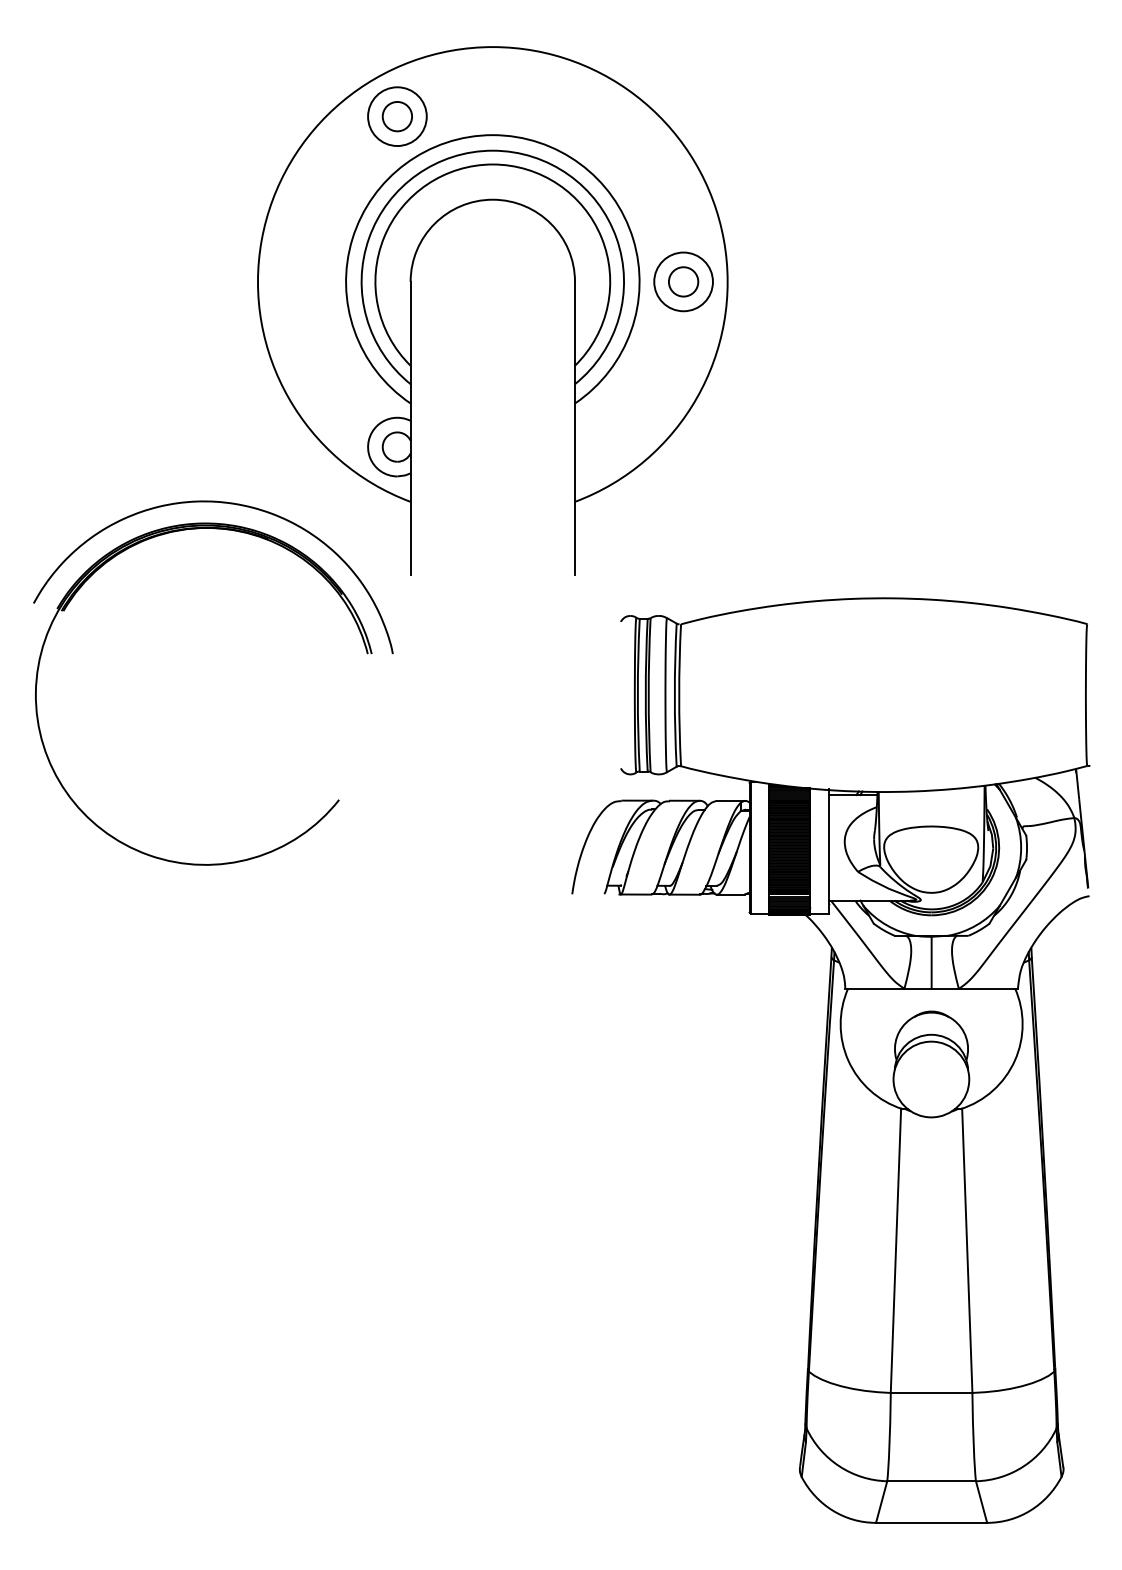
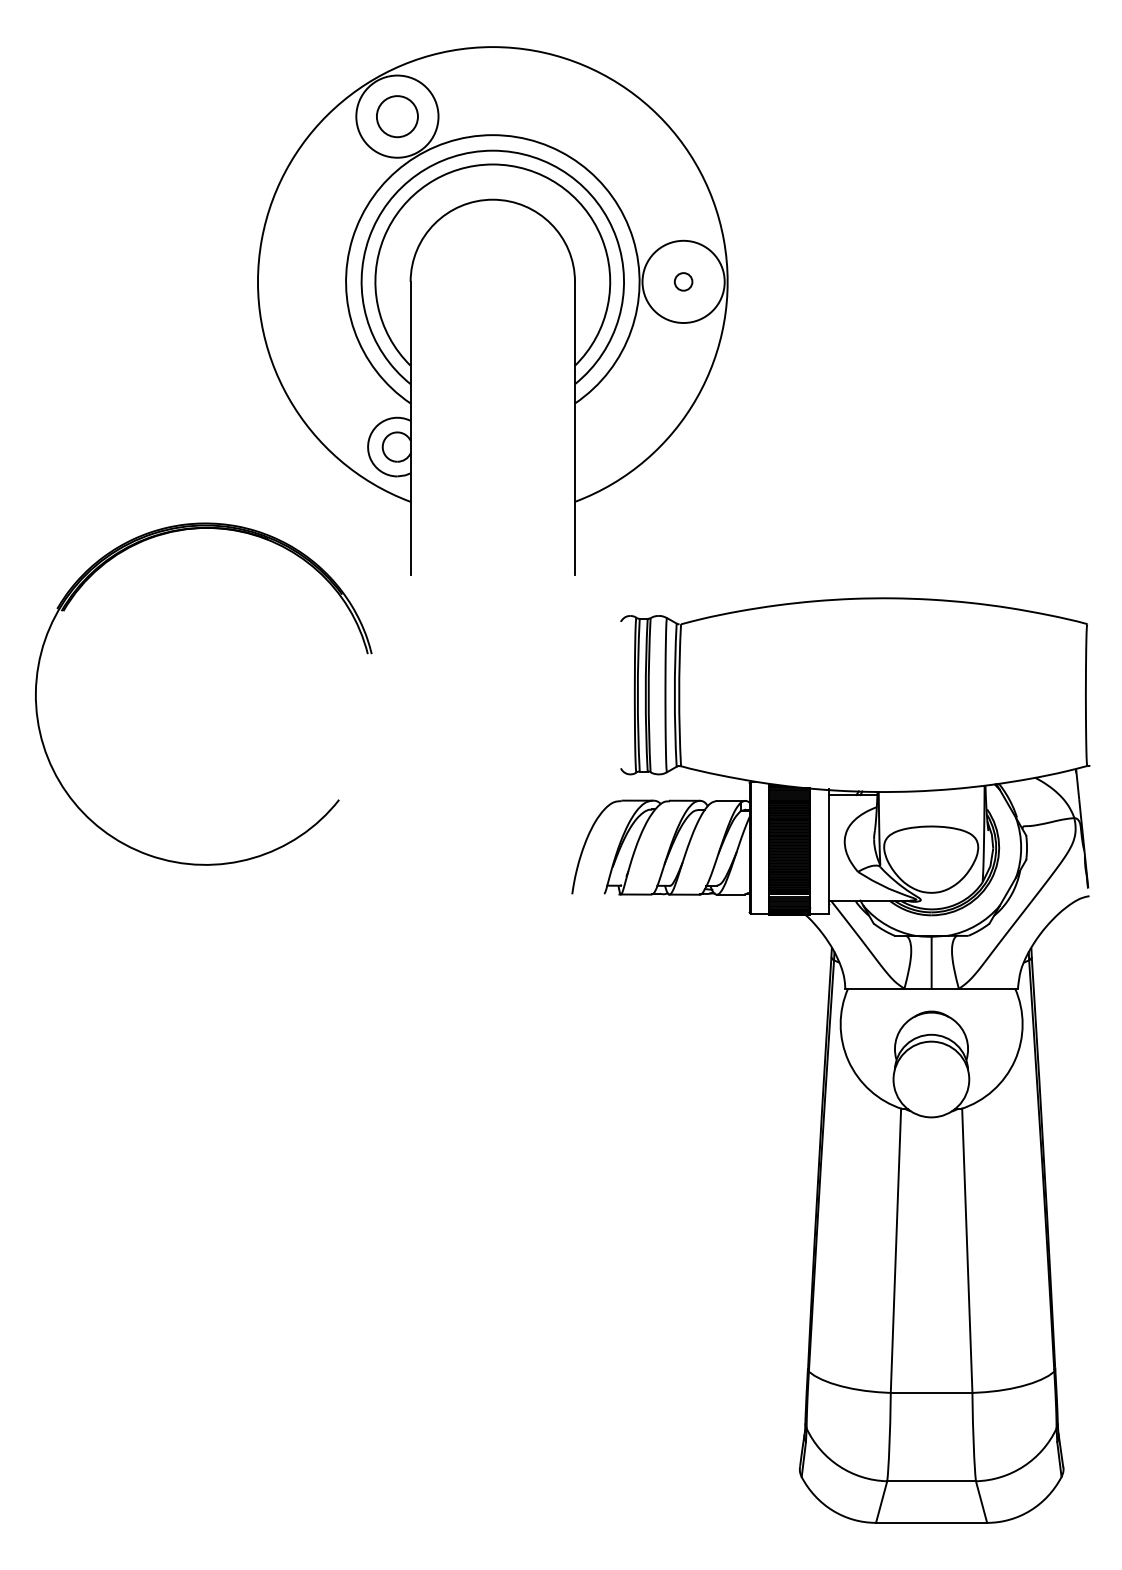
circle at (397, 116) diameter: 29 px -> 41 px
circle at (397, 116) diameter: 59 px -> 82 px
circle at (683, 281) diameter: 29 px -> 18 px
circle at (683, 281) diameter: 59 px -> 82 px
curve at (221, 503): present -> none
